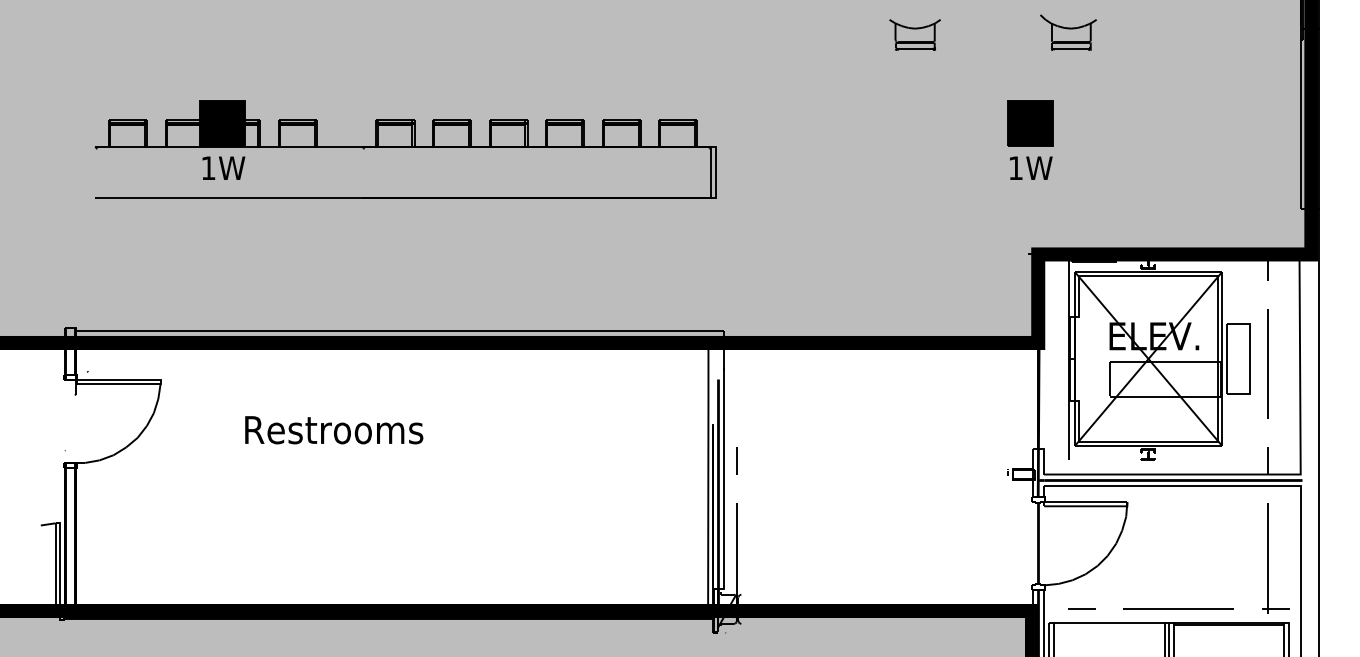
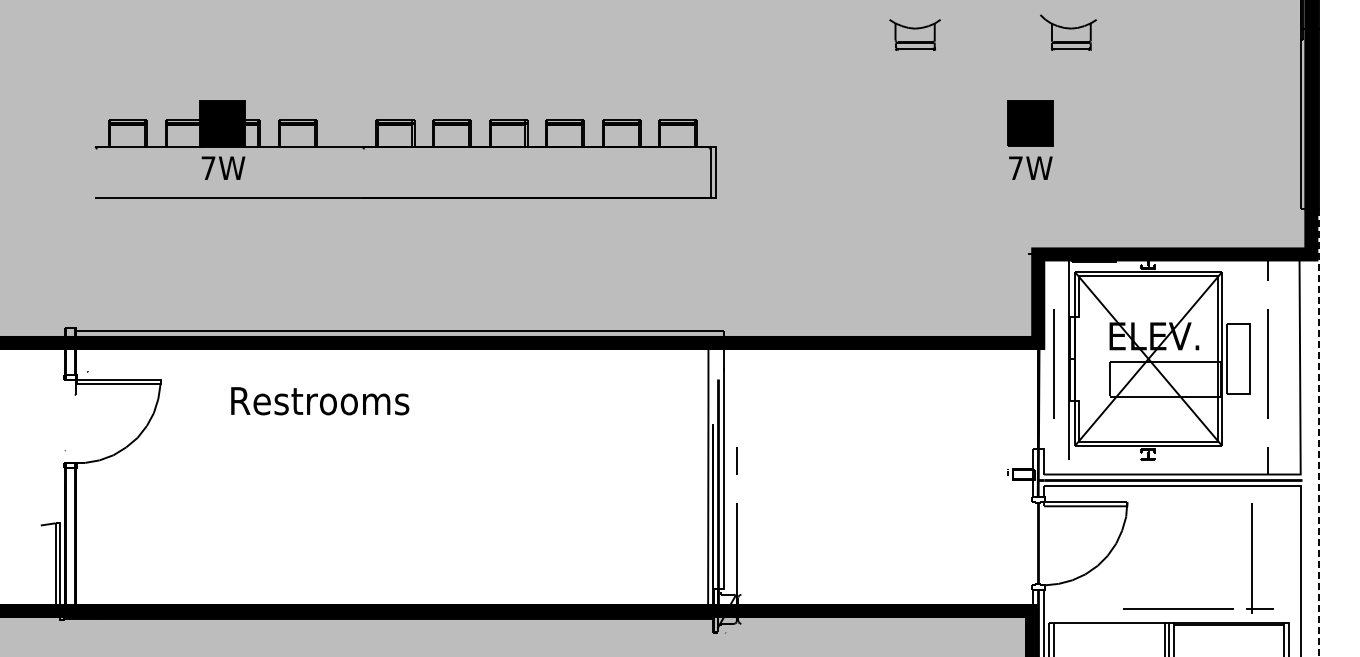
text at (208, 167): 1W -> 7W
text at (1015, 167): 1W -> 7W
line at (1053, 363): none -> present
line at (1319, 422): solid -> dashed
text at (334, 430) position: (334, 430) -> (320, 401)
part at (1268, 558) position: (1268, 558) -> (1252, 558)
line at (1081, 608): present -> none
